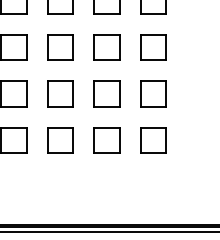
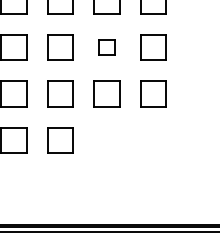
part at (106, 47) size: 28x27 px -> 18x17 px
part at (106, 140): present -> none
part at (153, 140): present -> none
